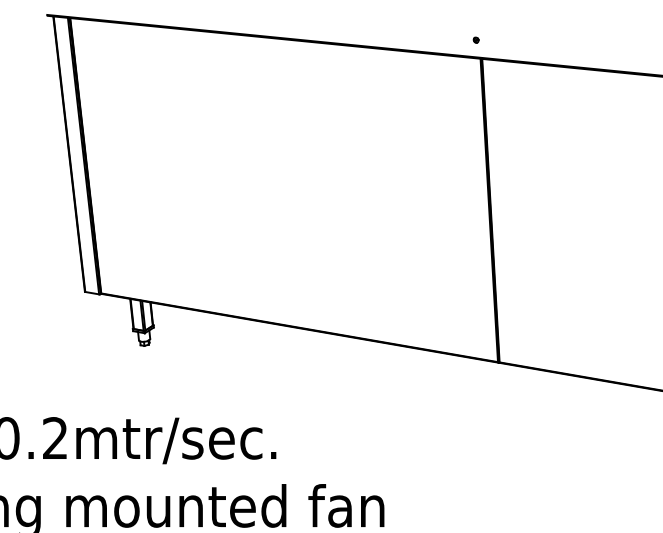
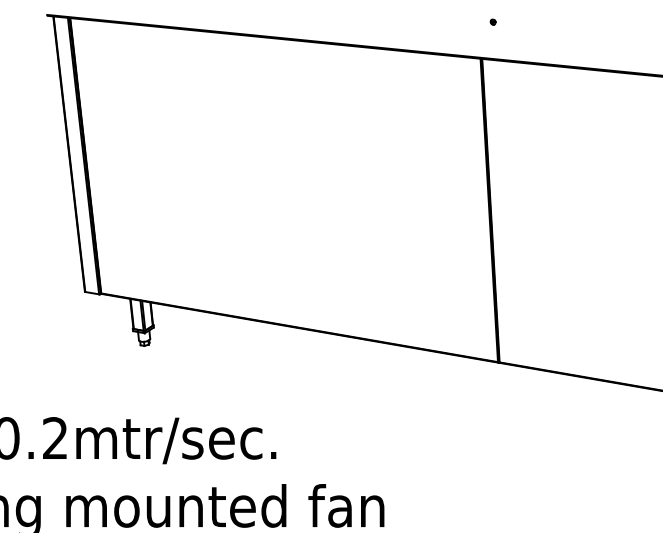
part at (475, 39) position: (475, 39) -> (492, 21)
